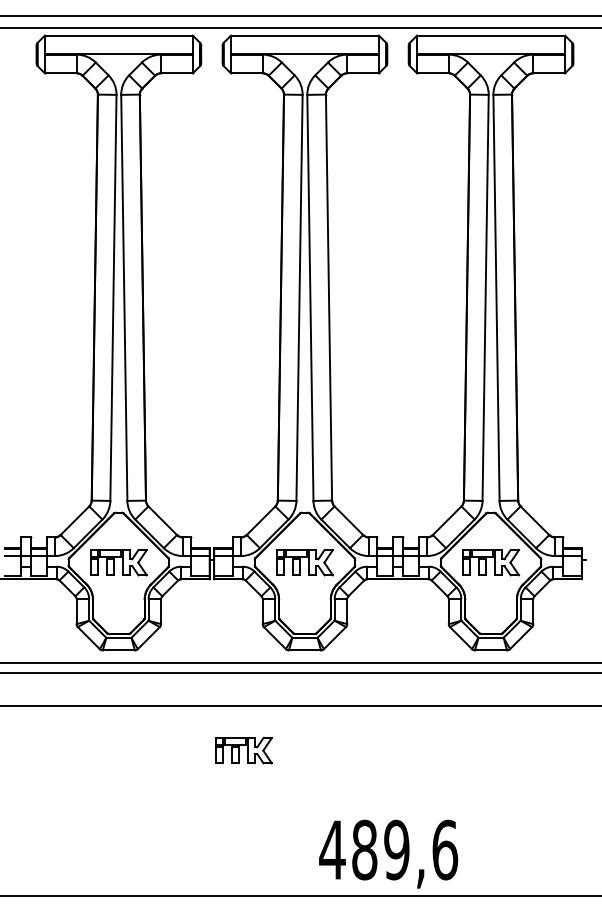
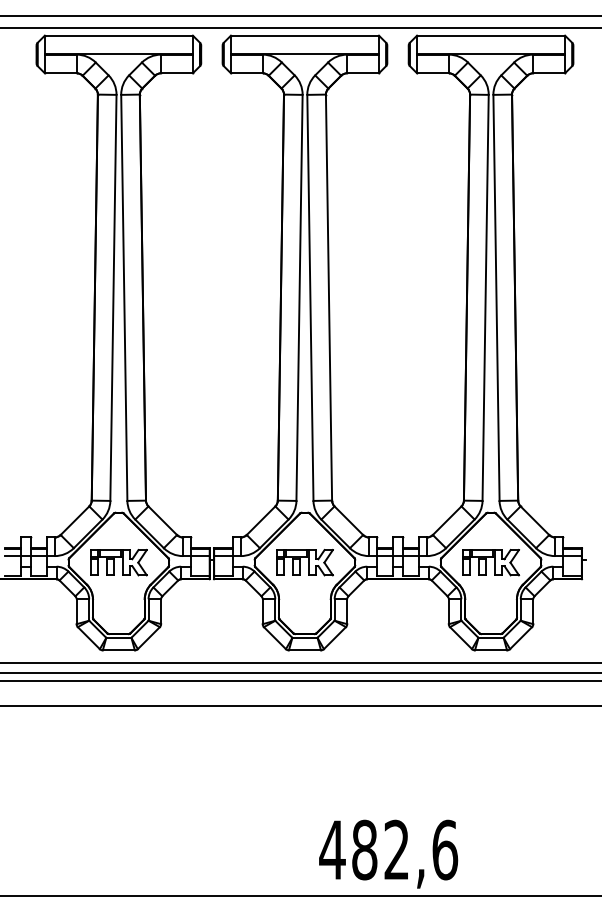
line at (300, 680): none -> present
part at (243, 750): present -> none
text at (396, 849): 489,6 -> 482,6
